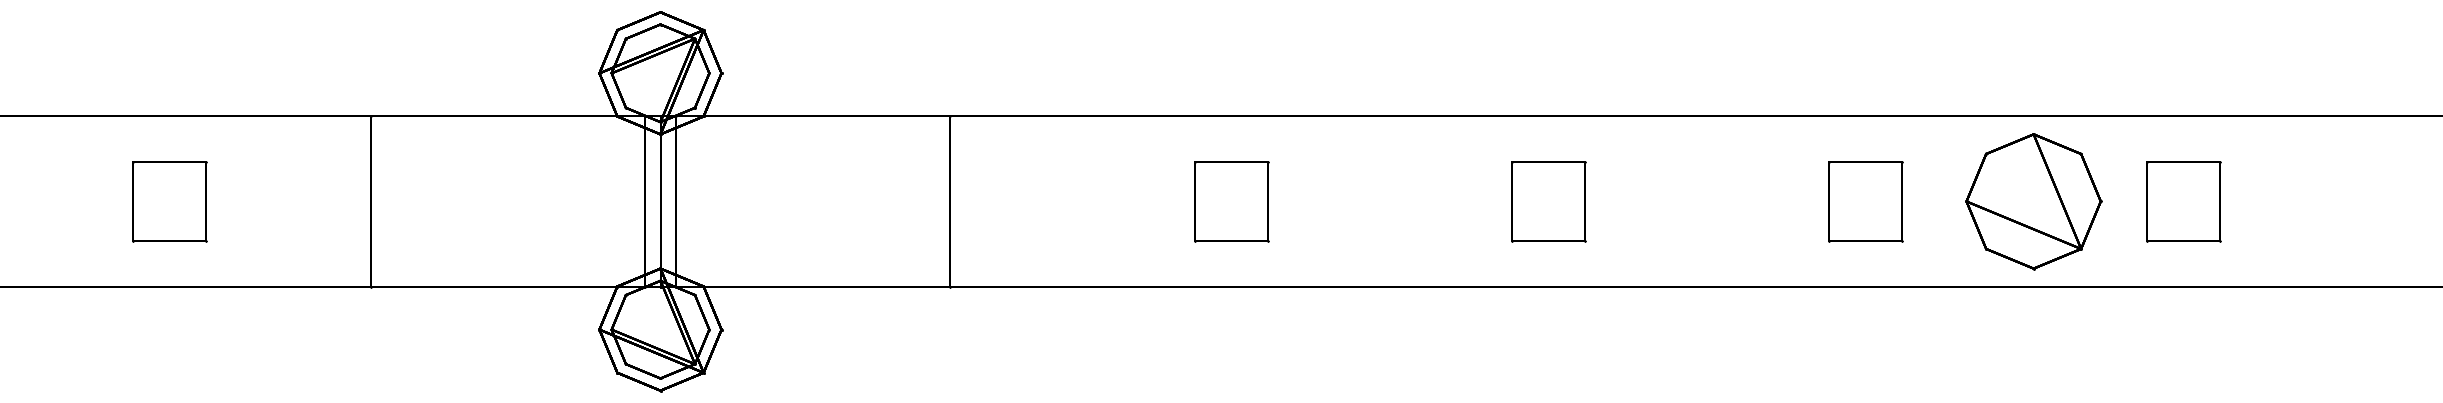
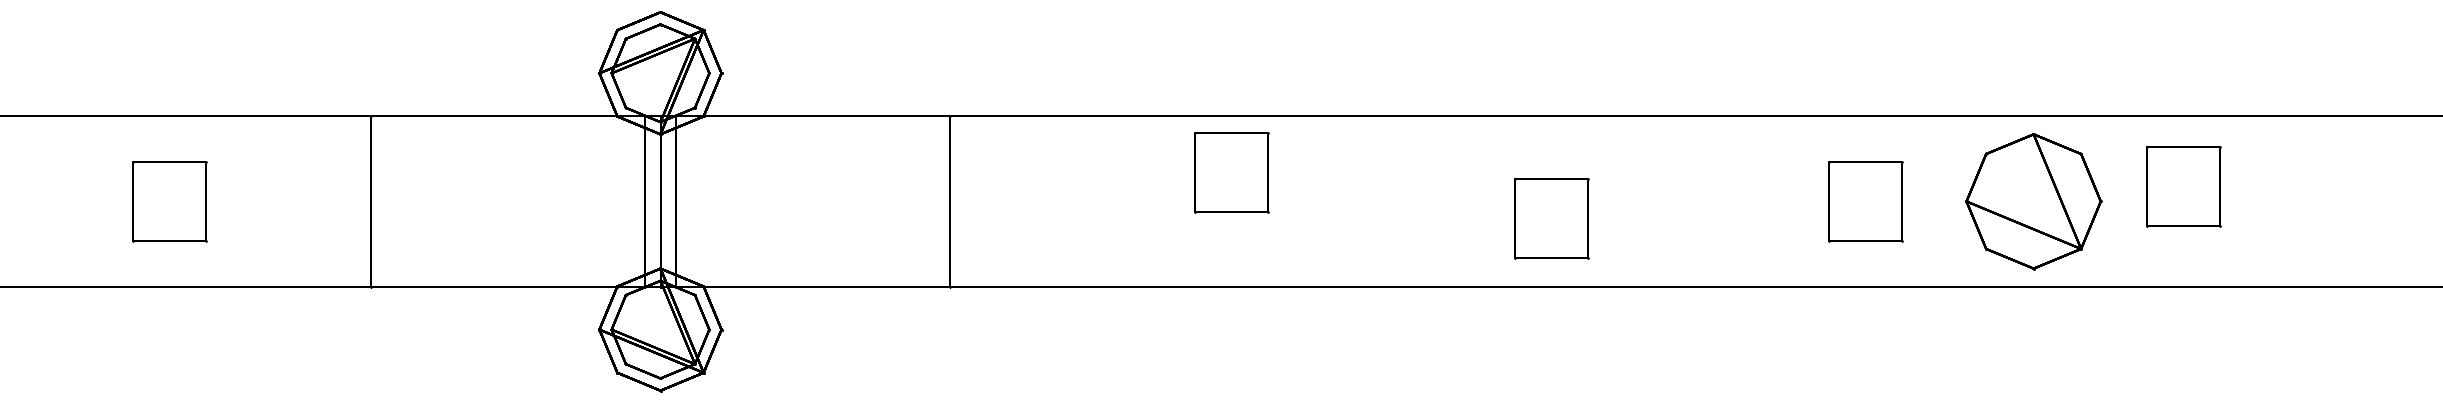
part at (1231, 201) position: (1231, 201) -> (1231, 172)
part at (1548, 201) position: (1548, 201) -> (1551, 218)
part at (2183, 201) position: (2183, 201) -> (2183, 186)
